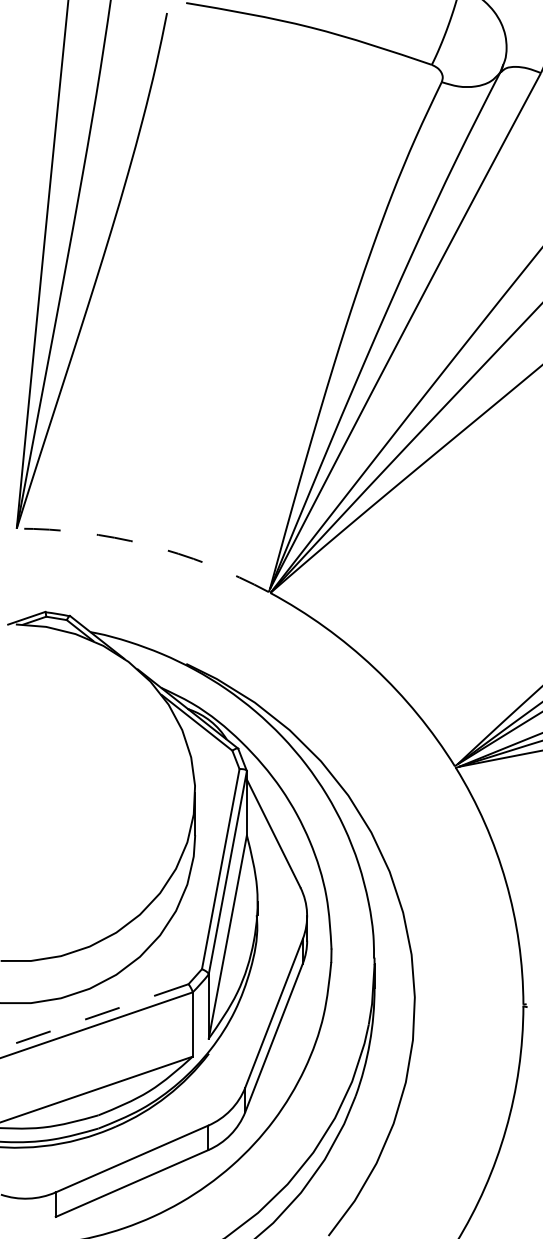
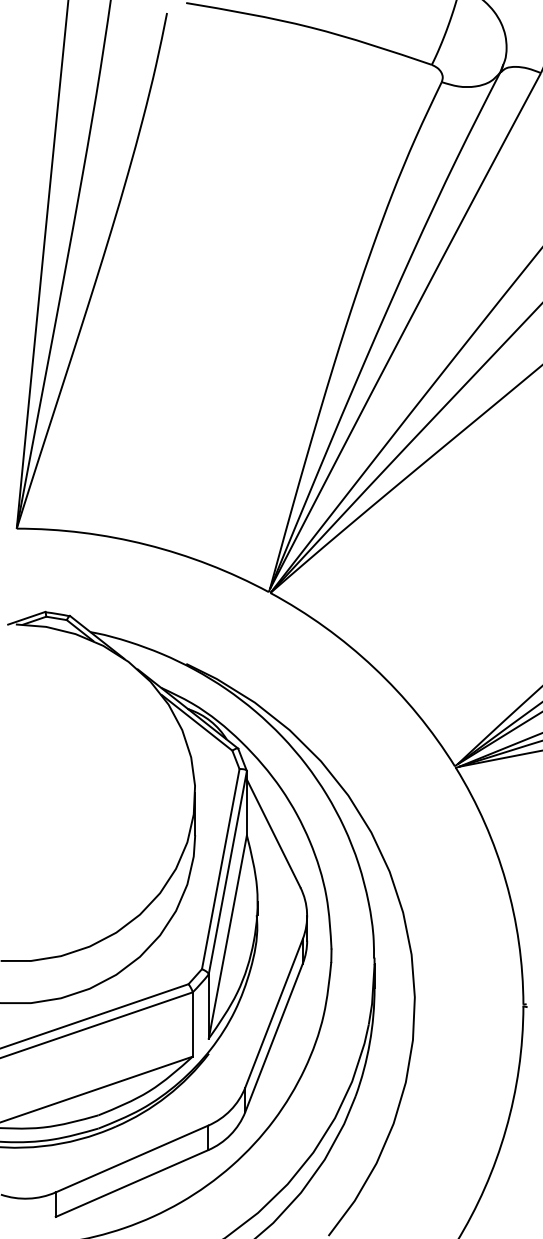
arc at (146, 544): dashed -> solid
line at (94, 1016): dashed -> solid
